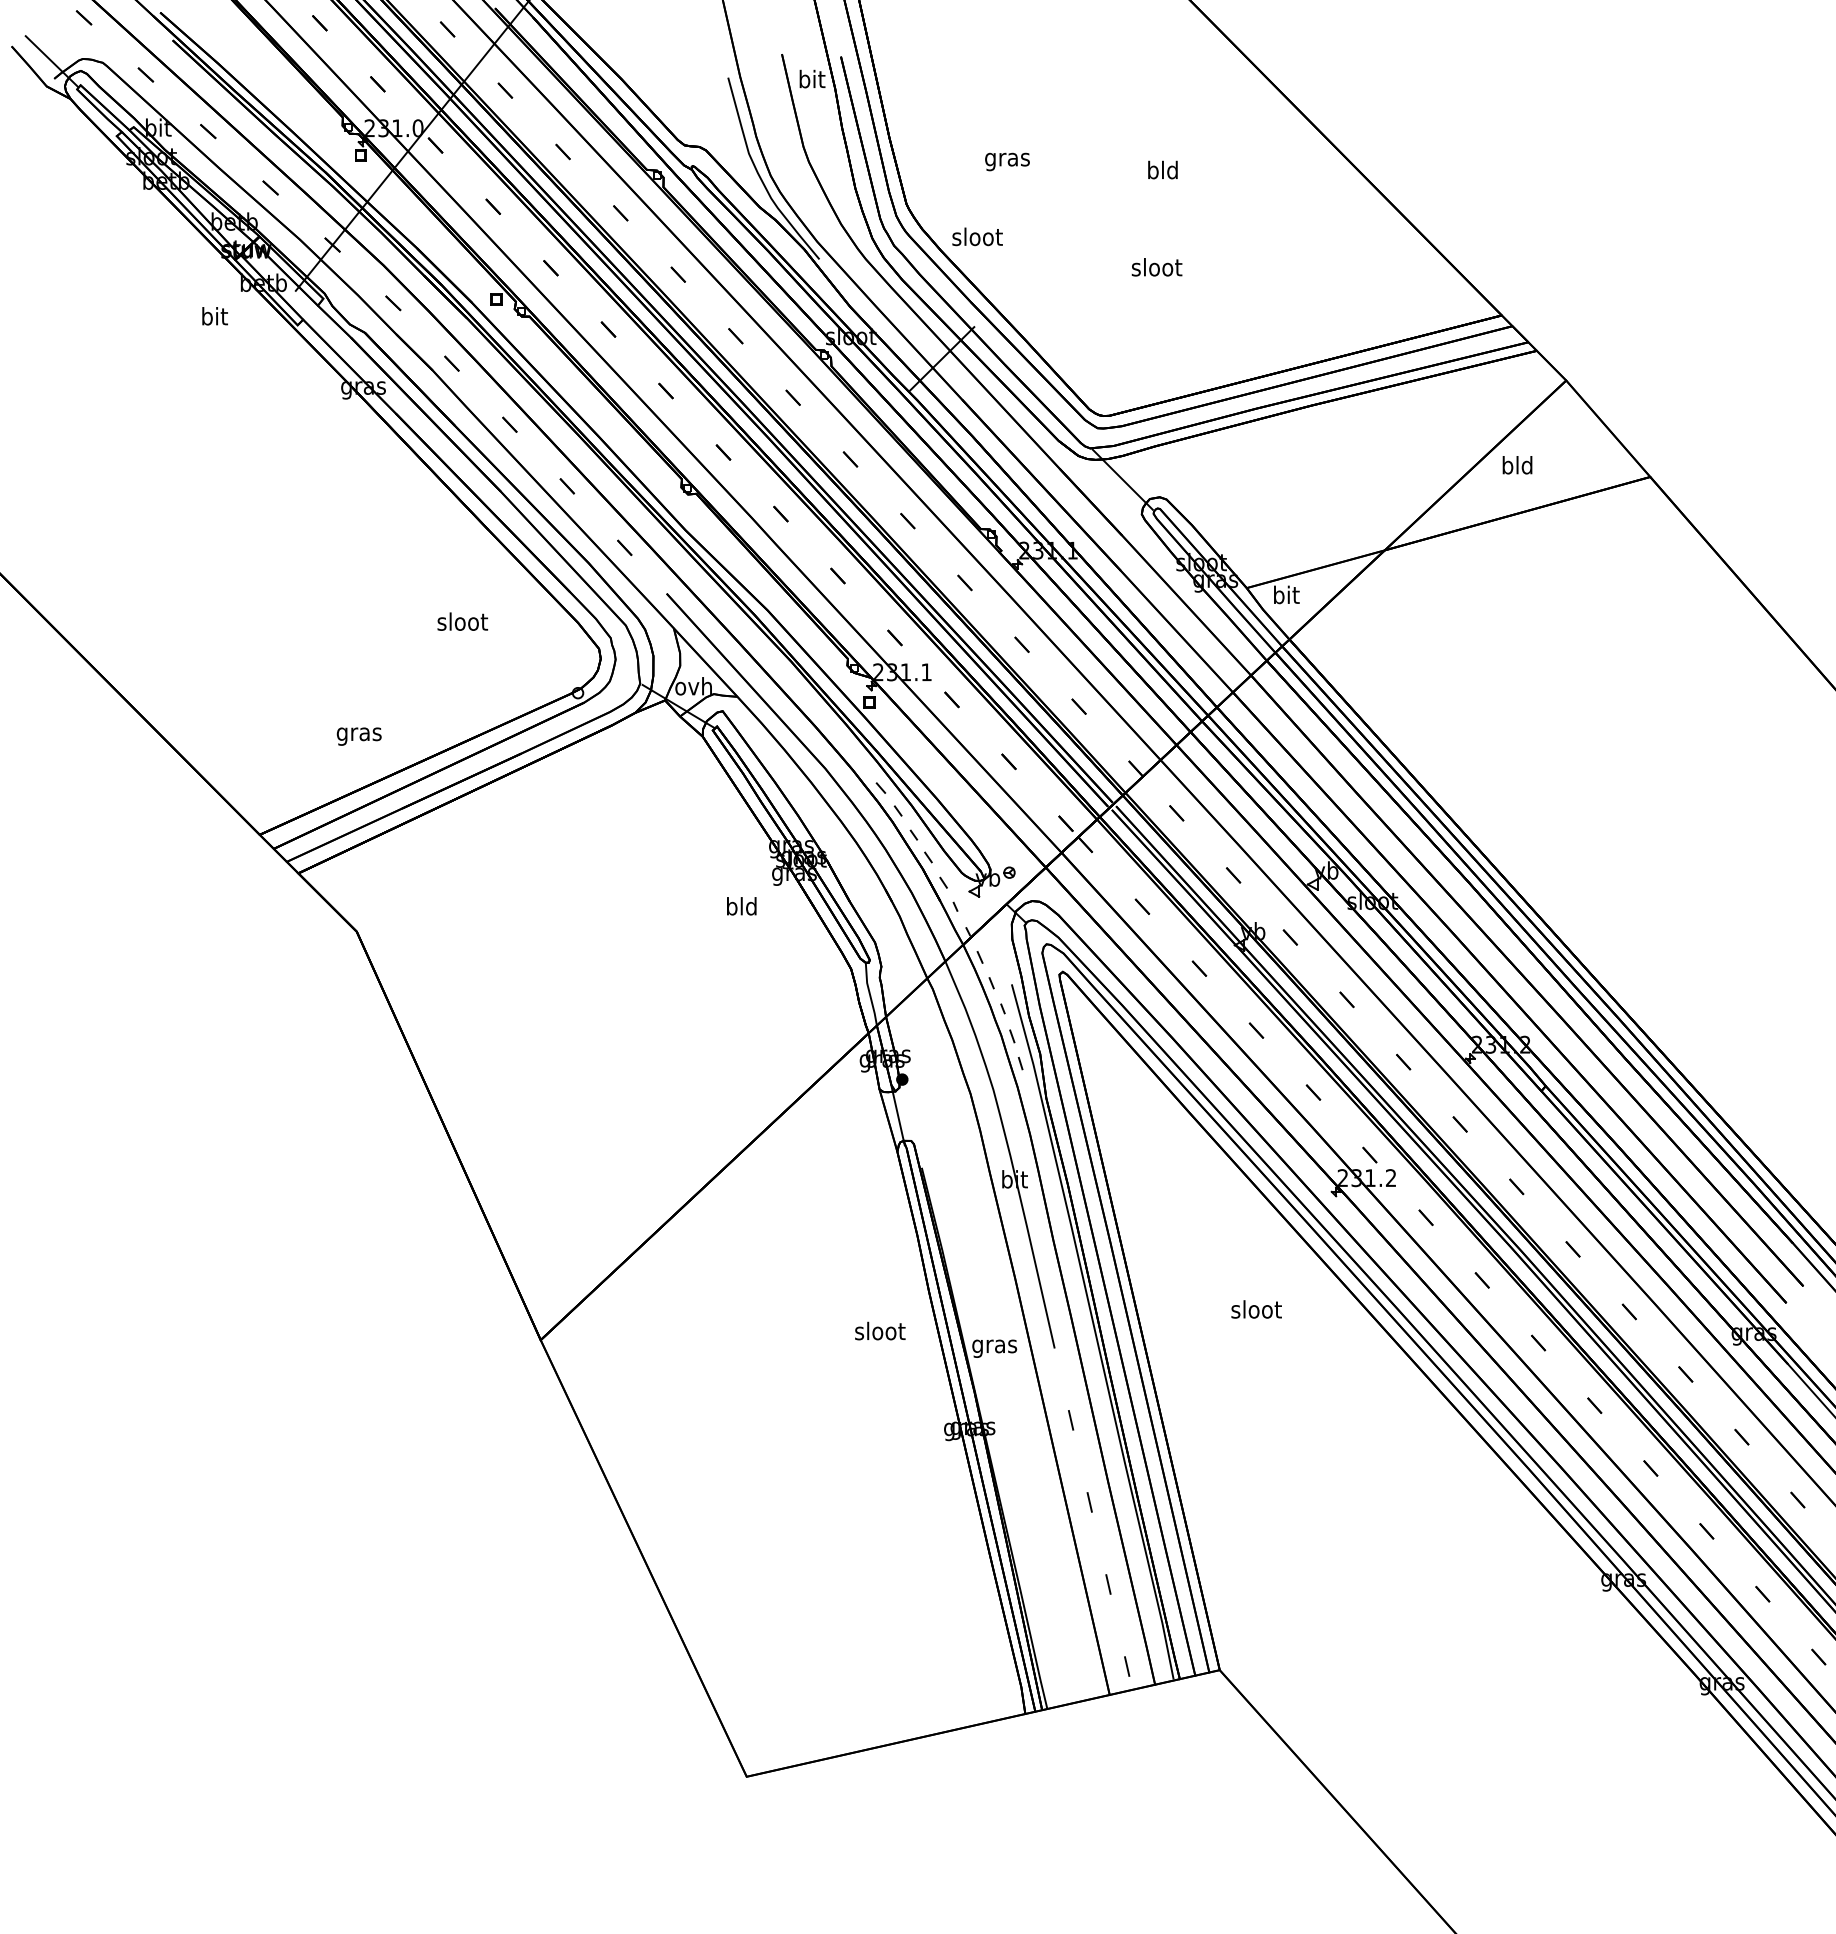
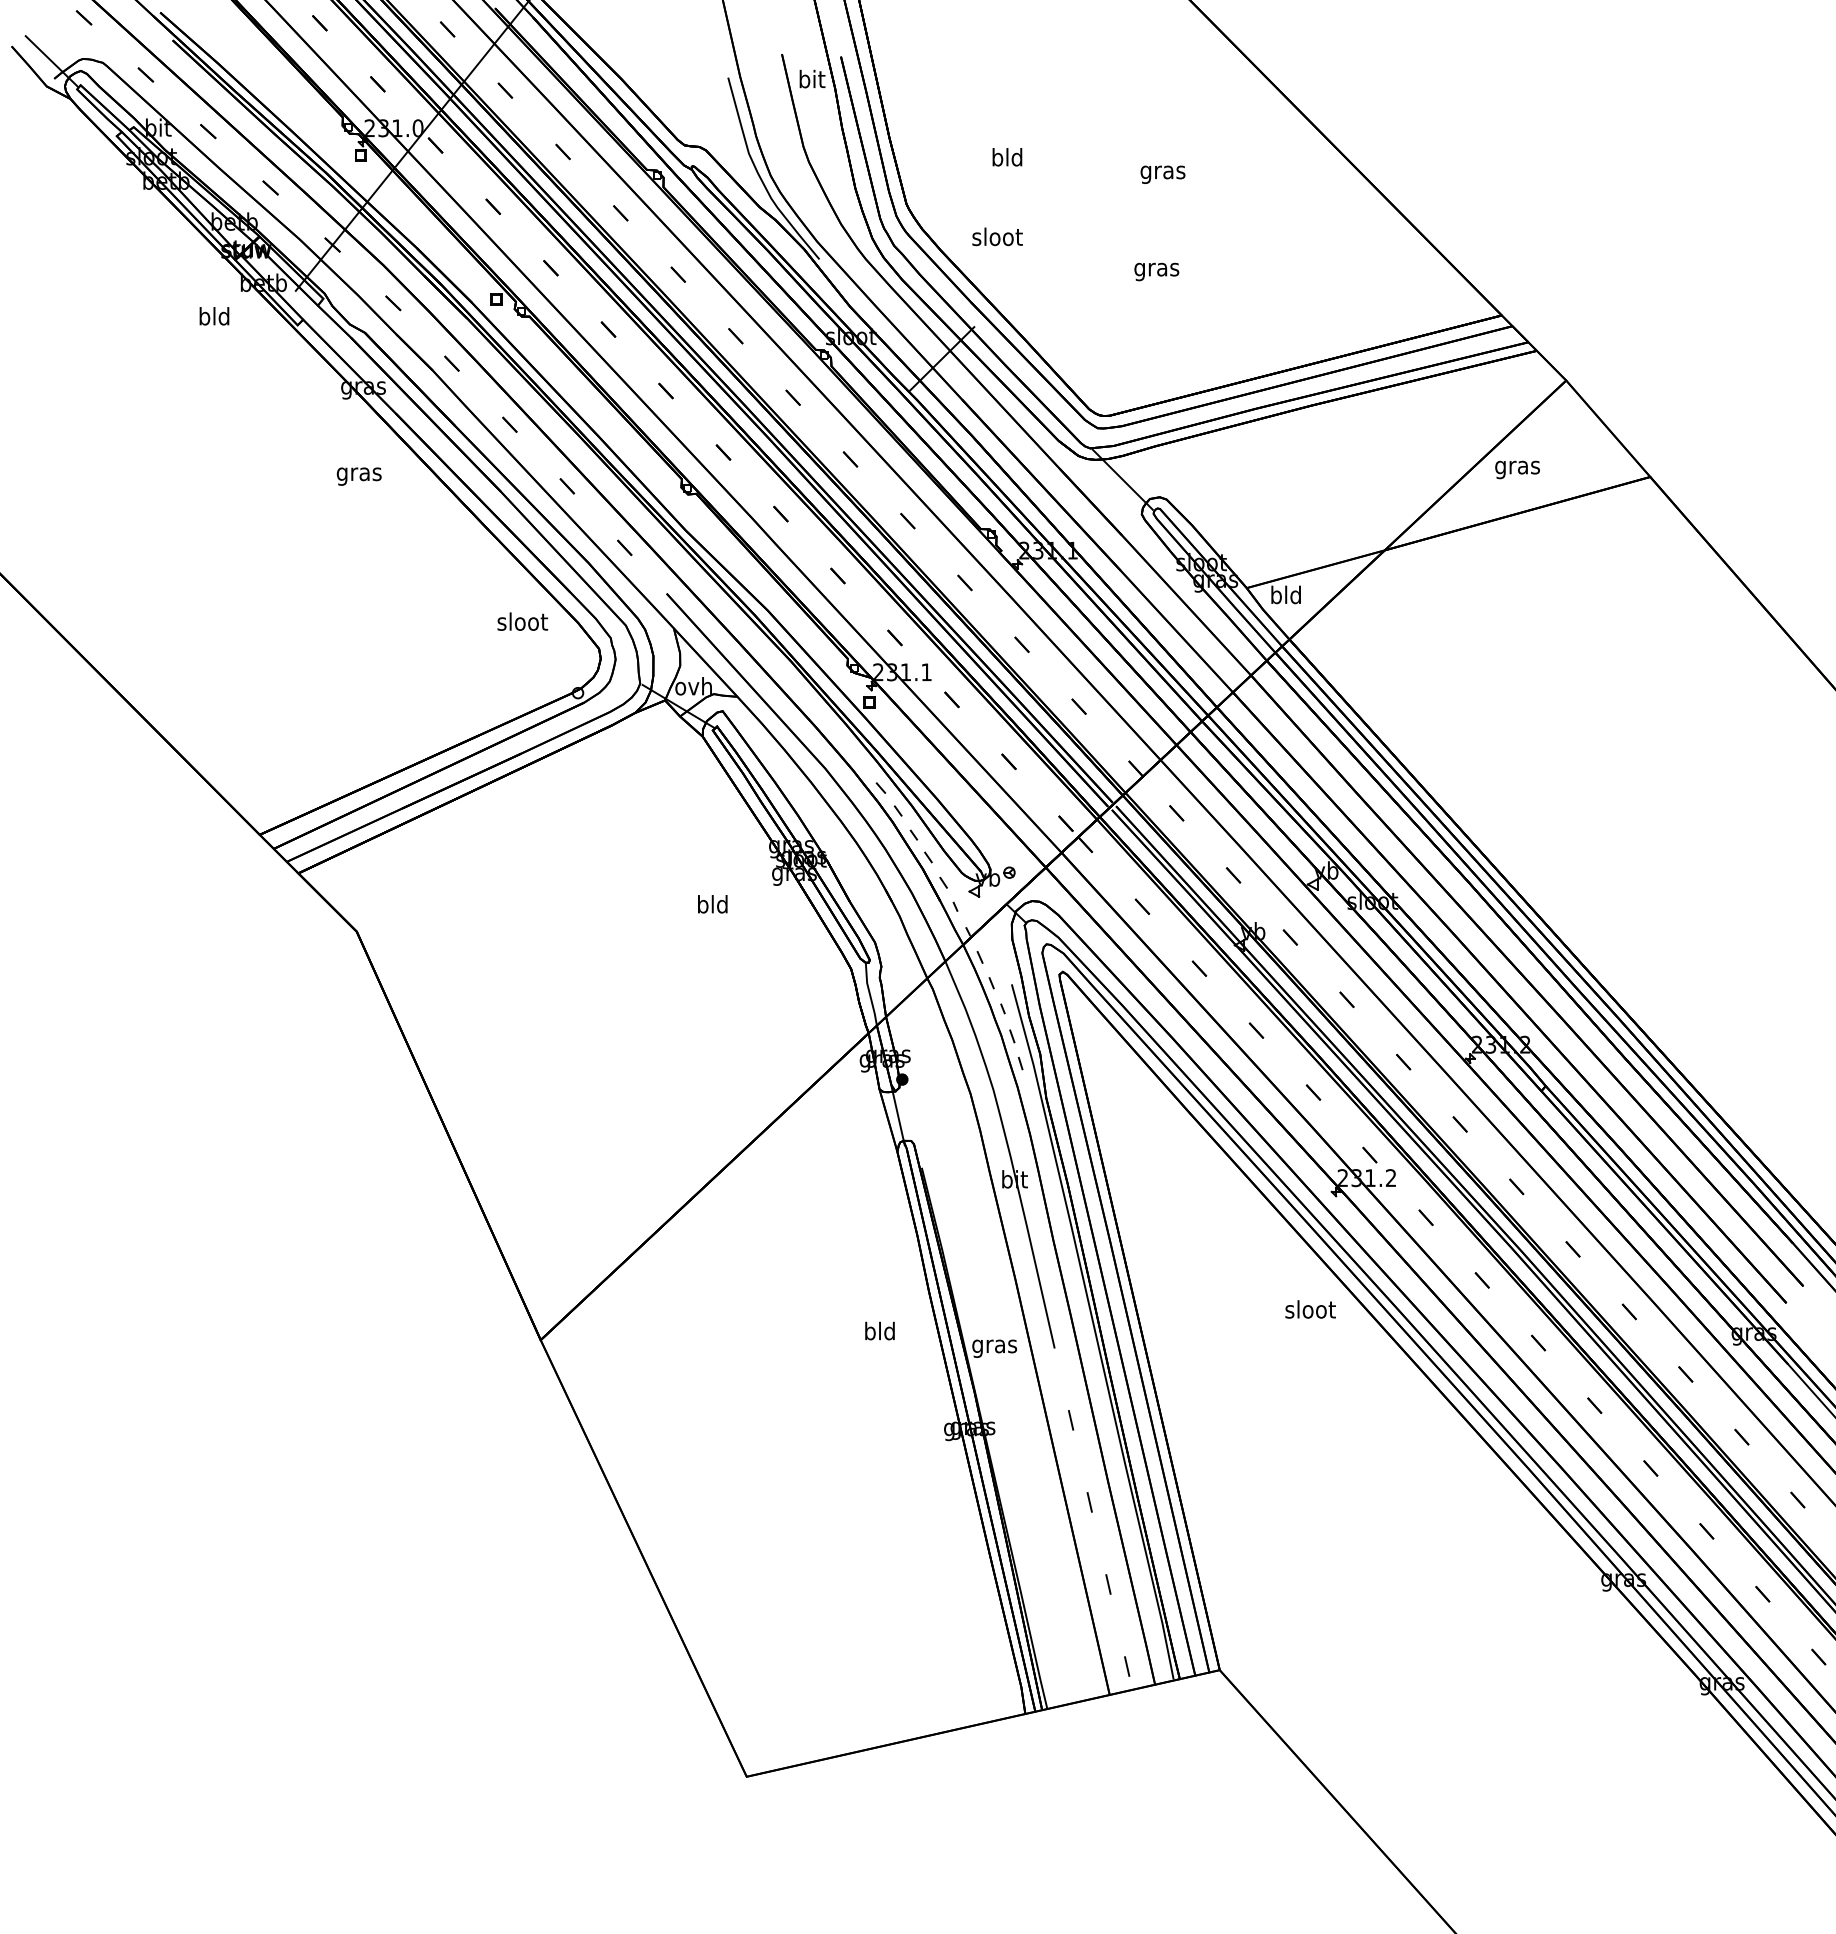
text at (1007, 159): gras -> bld
text at (1162, 171): bld -> gras
text at (977, 236) position: (977, 236) -> (997, 236)
text at (1156, 269): sloot -> gras
text at (214, 316): bit -> bld
text at (1517, 467): bld -> gras
text at (1285, 594): bit -> bld
text at (462, 621) position: (462, 621) -> (522, 621)
text at (358, 736) position: (358, 736) -> (358, 476)
text at (741, 906) position: (741, 906) -> (712, 904)
text at (1256, 1309) position: (1256, 1309) -> (1310, 1309)
text at (880, 1330): sloot -> bld
